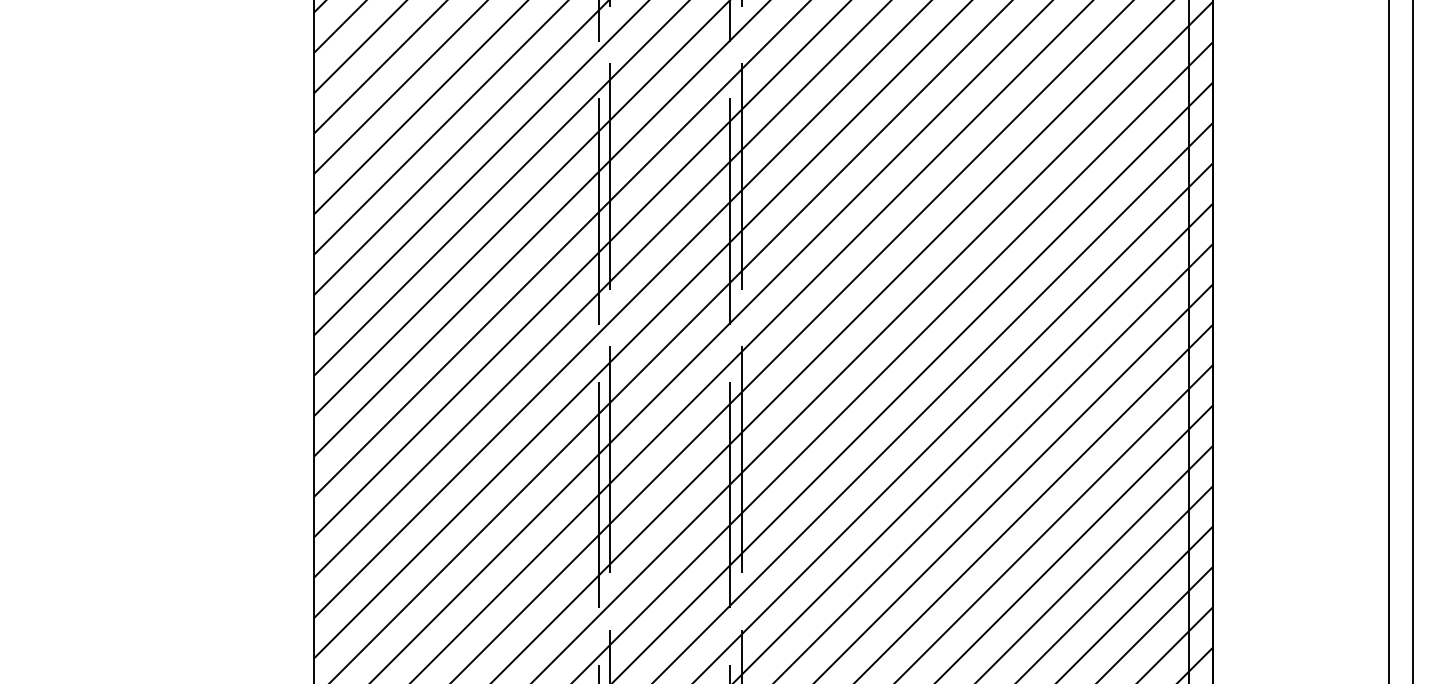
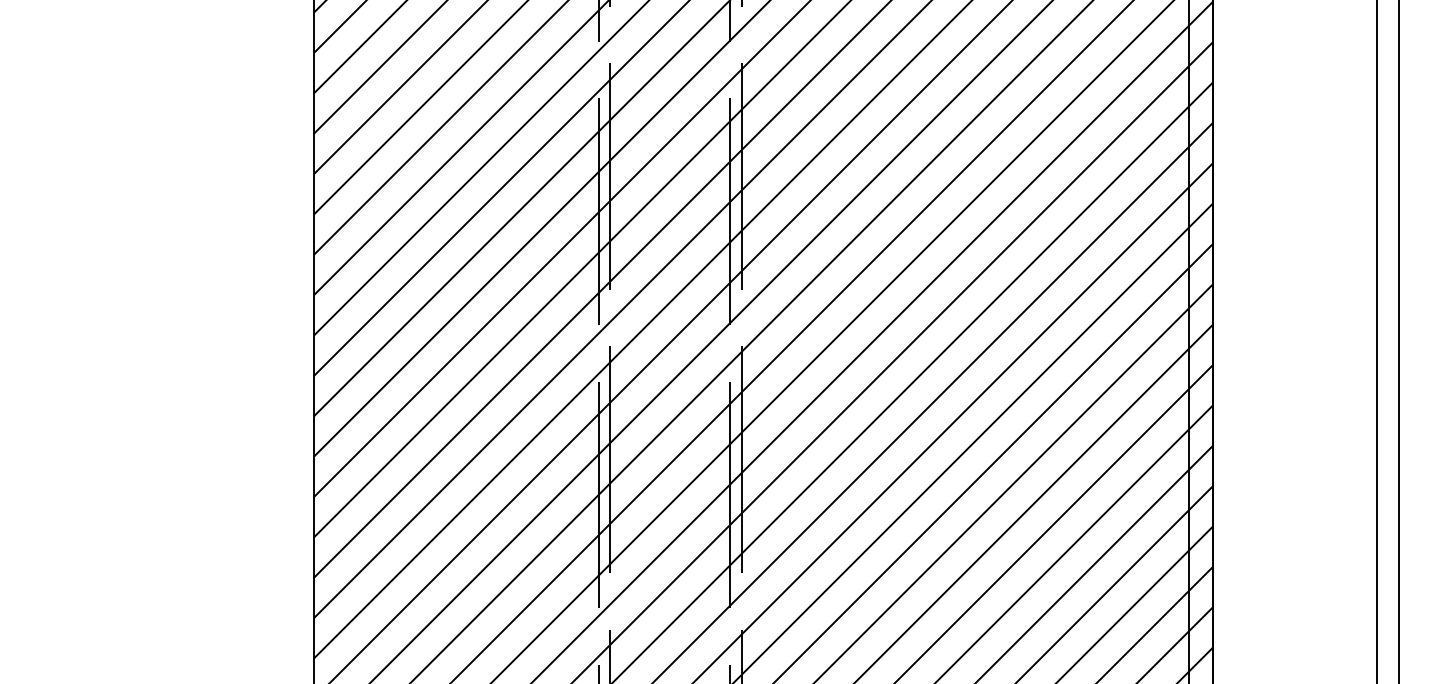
line at (1389, 341) position: (1389, 341) -> (1377, 341)
line at (1413, 341) position: (1413, 341) -> (1399, 341)
